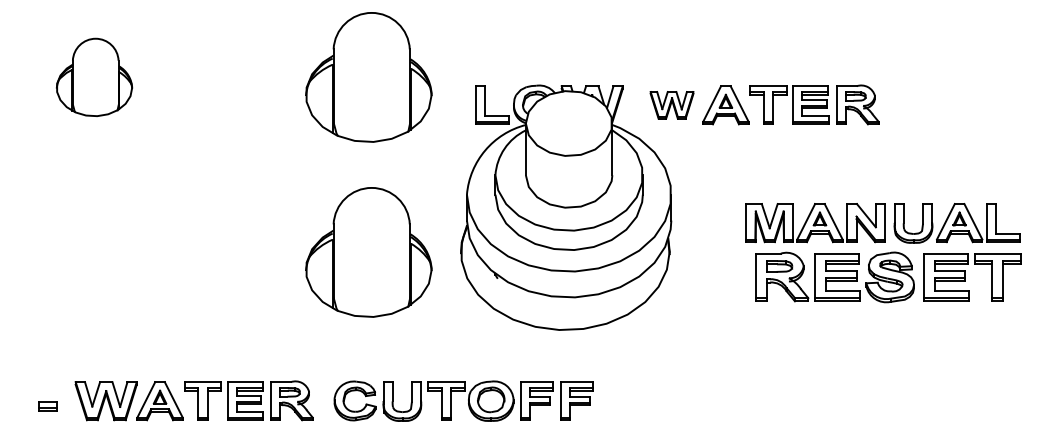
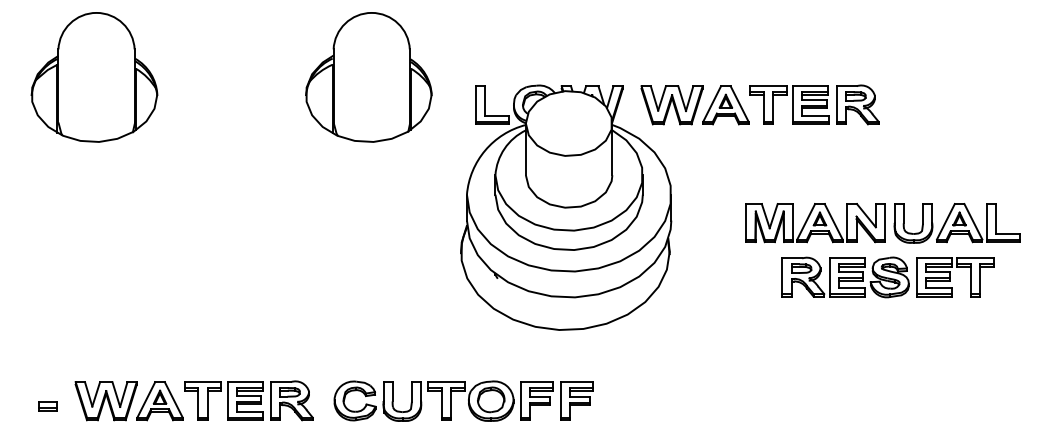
part at (94, 76) size: 78x80 px -> 129x131 px
part at (671, 105) size: 46x29 px -> 64x41 px
part at (368, 252): present -> none
part at (888, 277) size: 267x53 px -> 214x43 px
